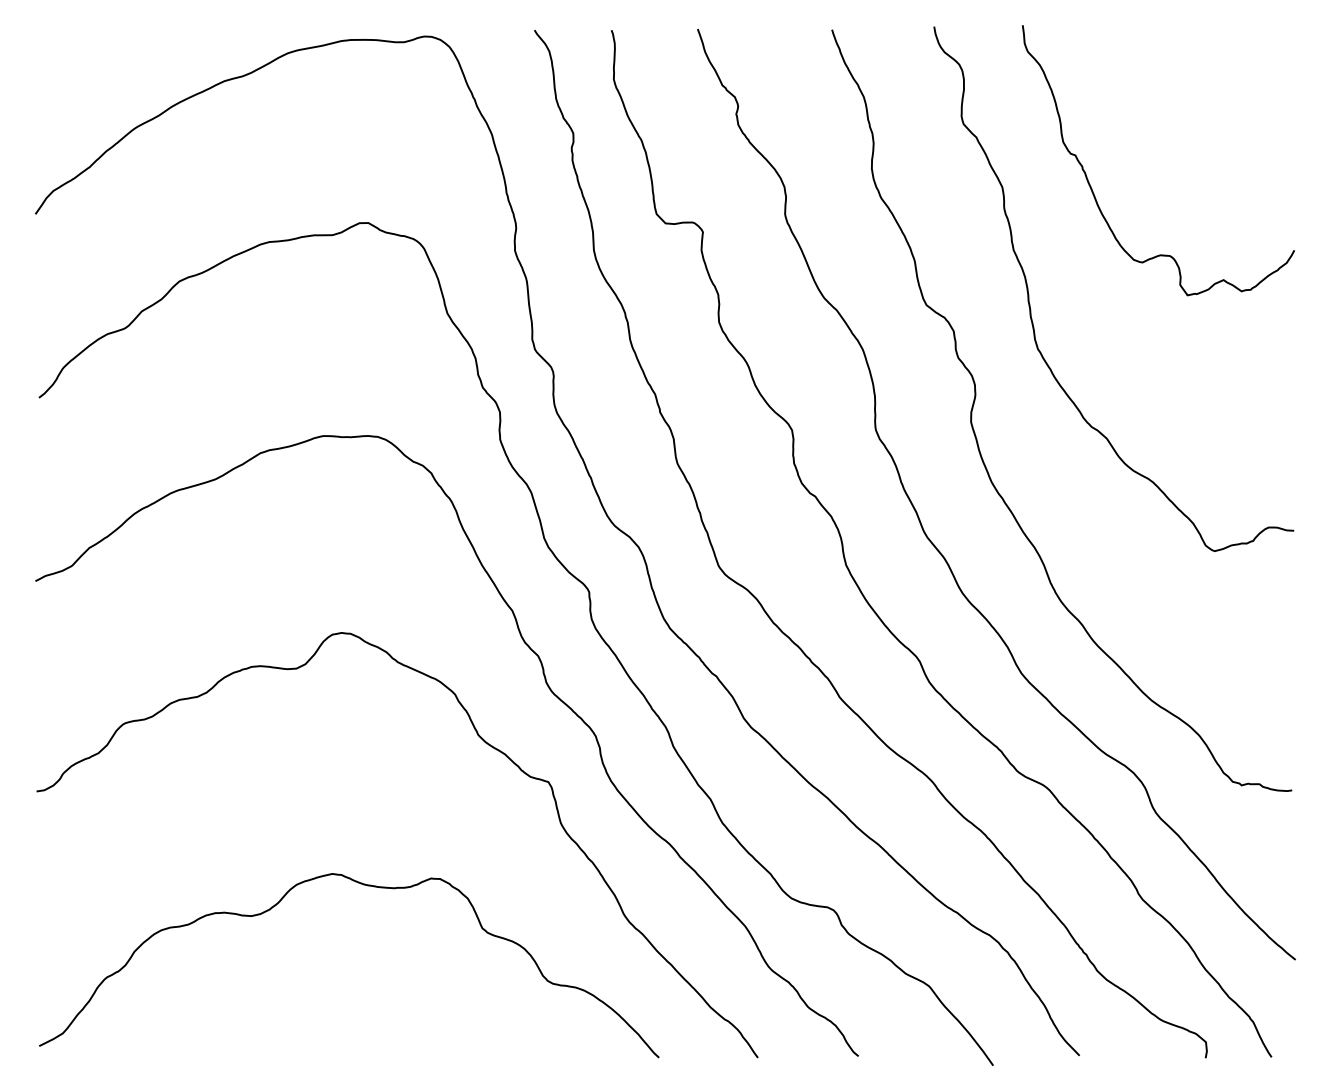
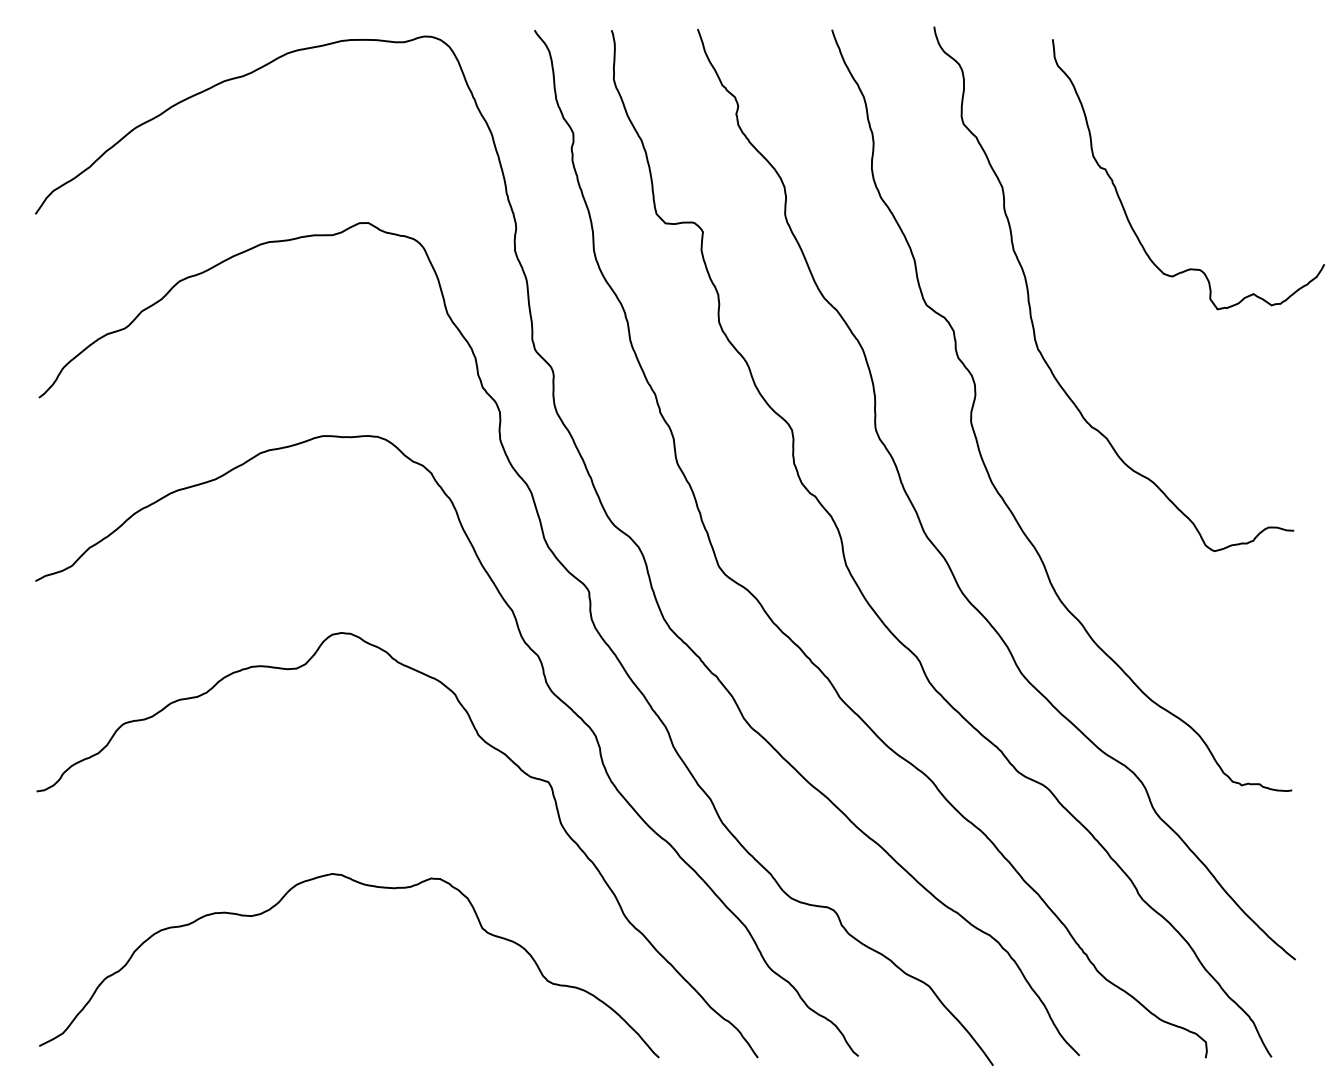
curve at (1092, 188) position: (1092, 188) -> (1122, 202)
